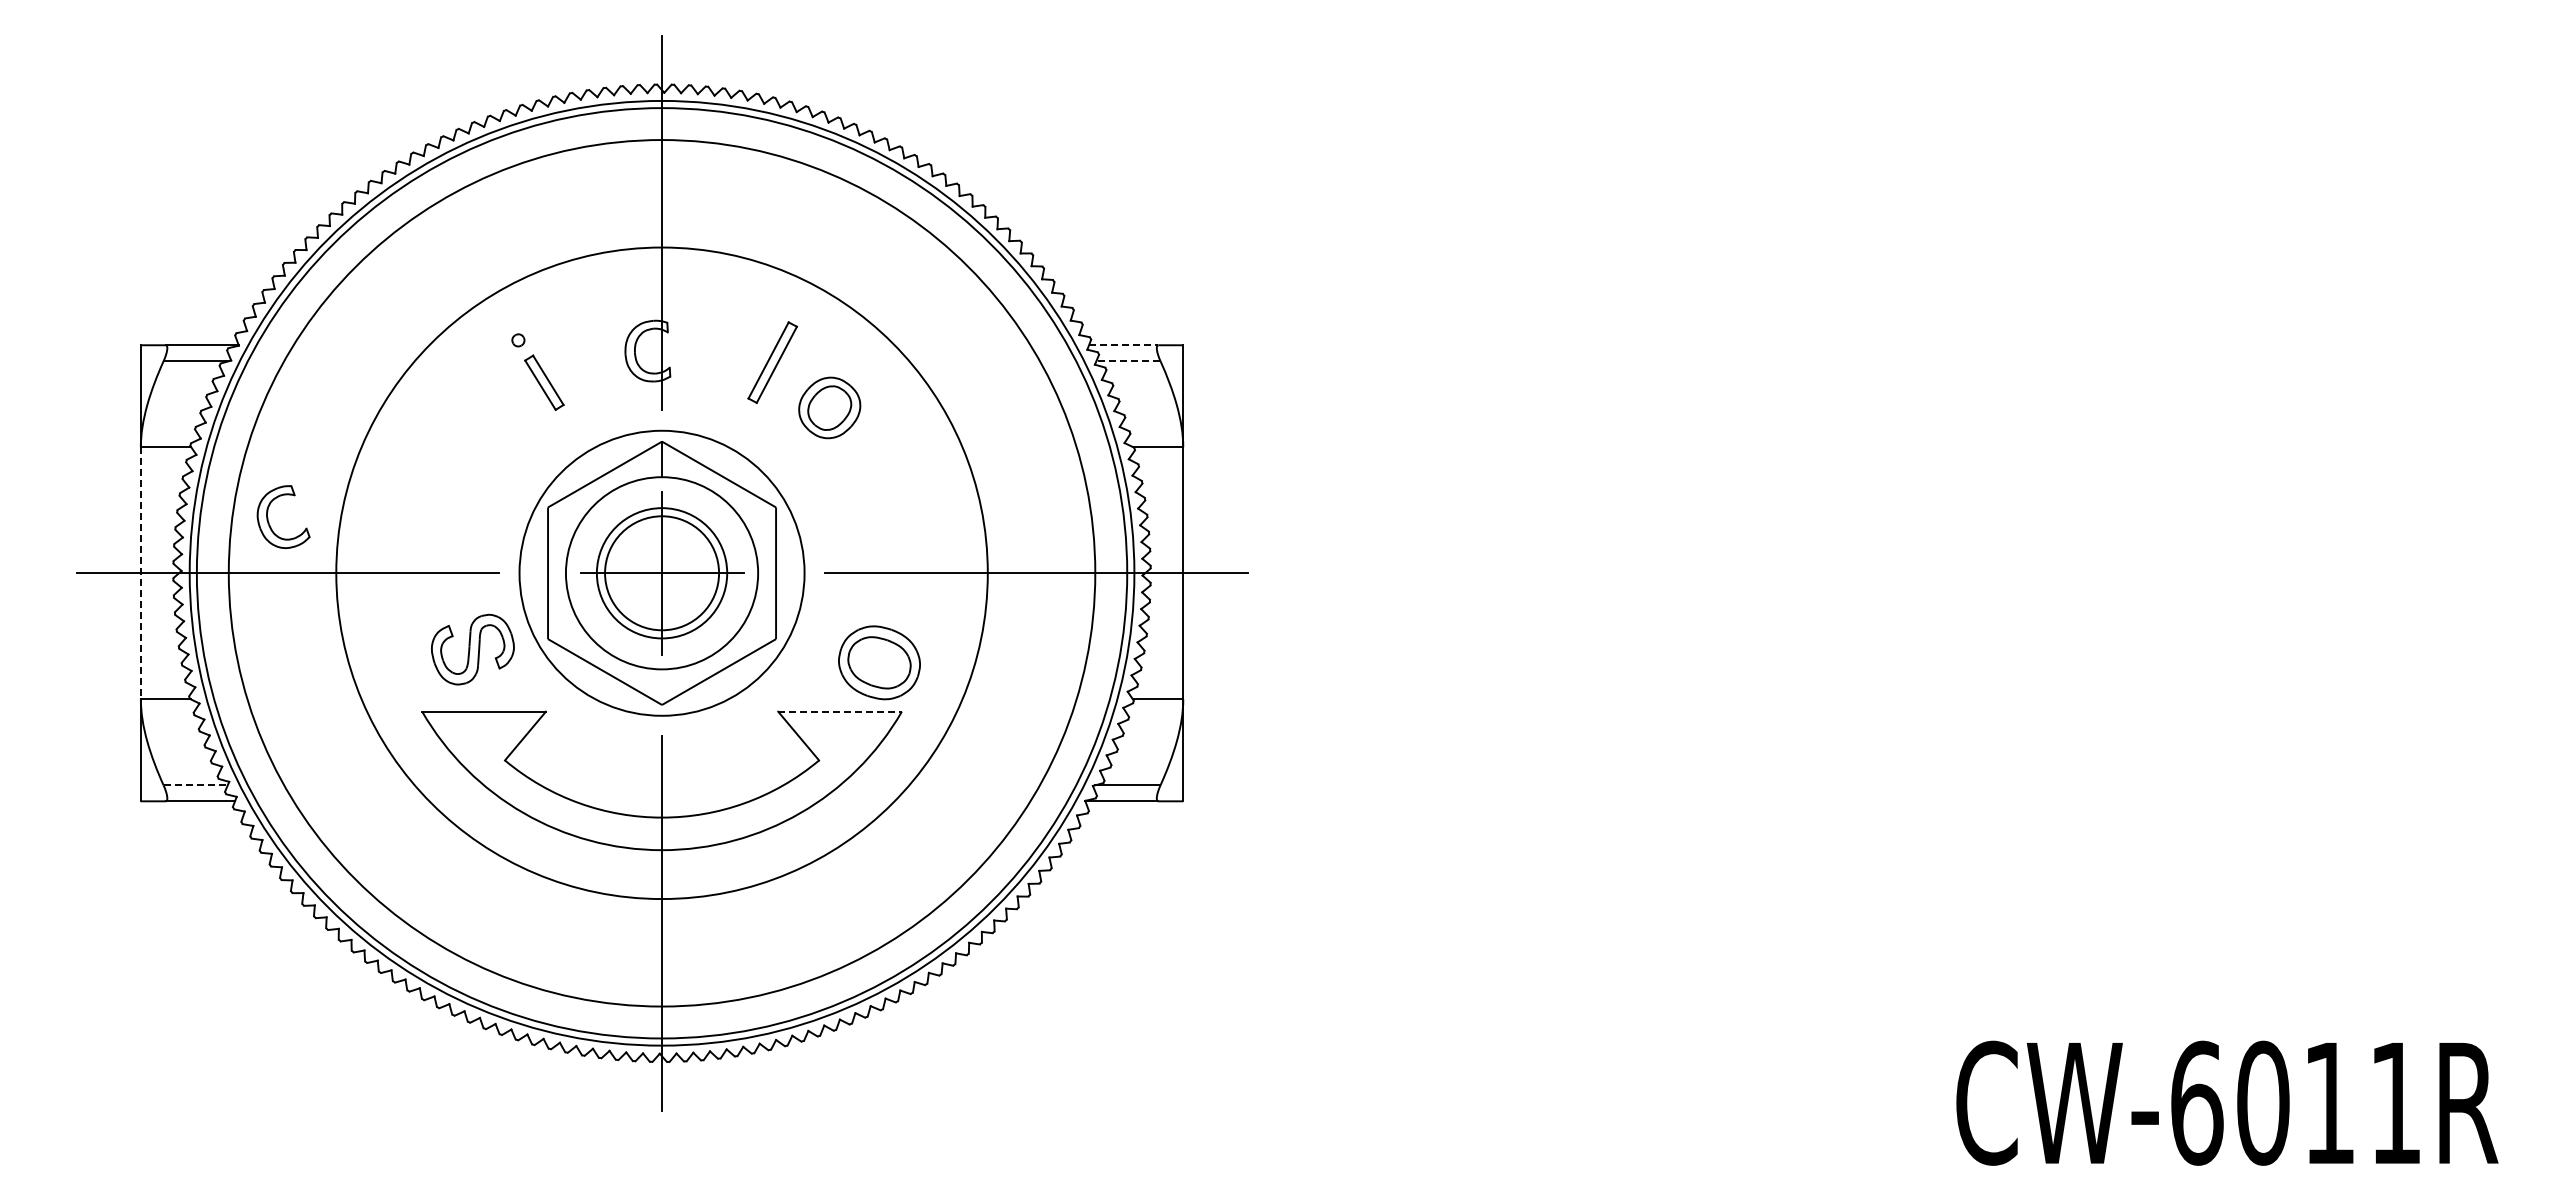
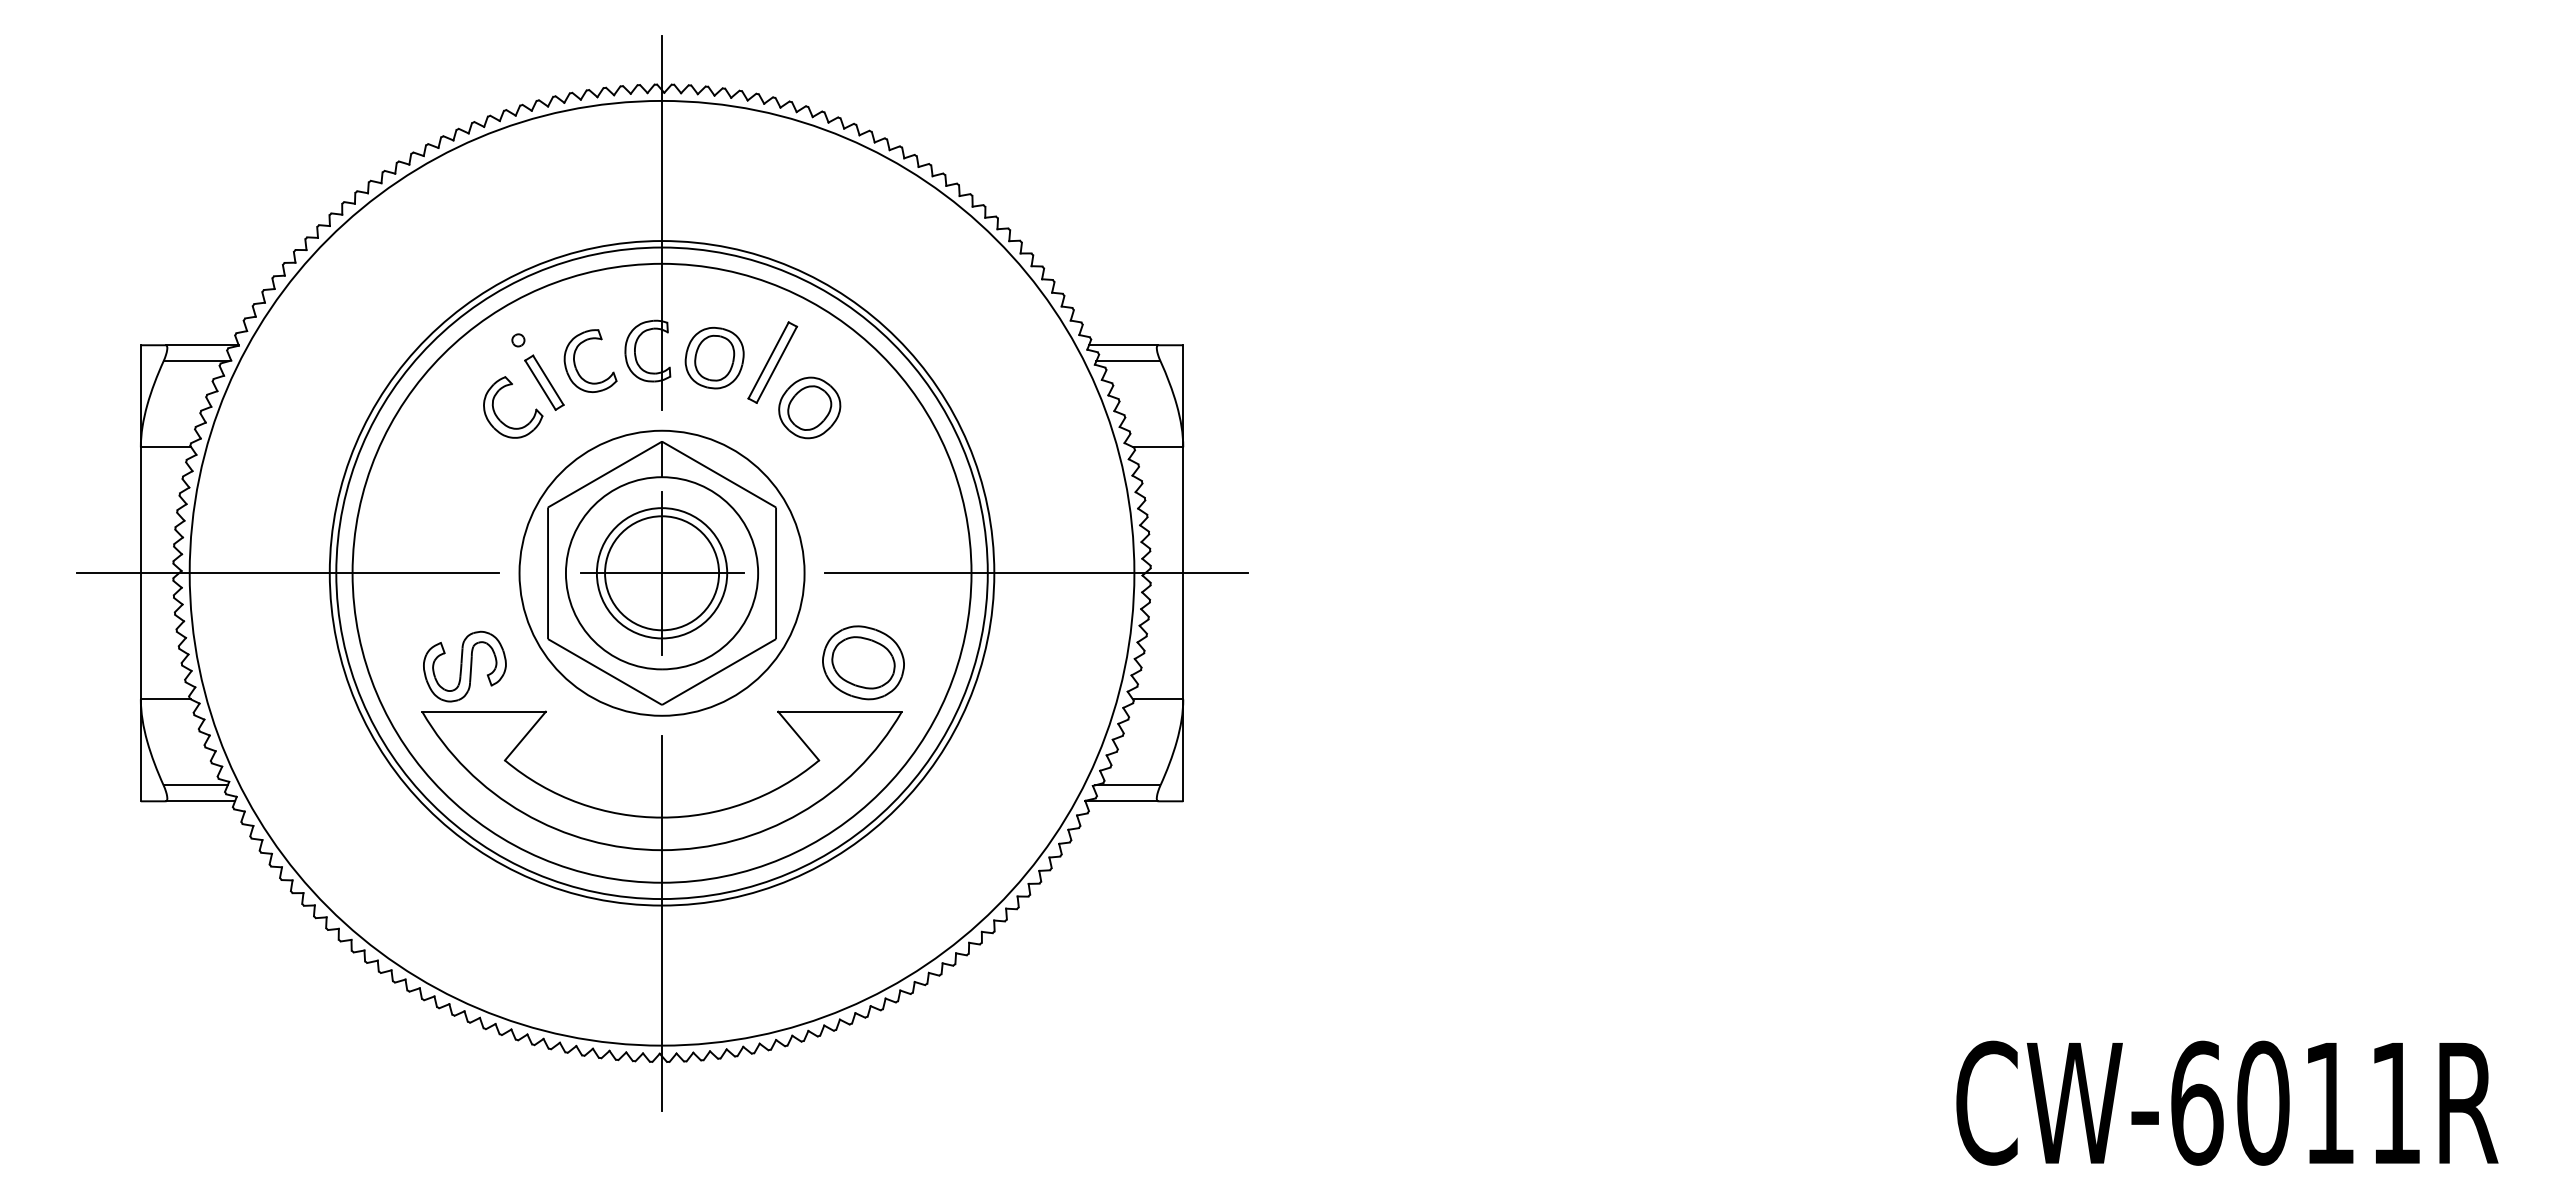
line at (1123, 345): dashed -> solid
part at (714, 357): none -> present
line at (1127, 361): dashed -> solid
part at (829, 407) position: (829, 407) -> (809, 407)
part at (500, 419): none -> present
part at (268, 517) position: (268, 517) -> (575, 361)
line at (140, 573): dashed -> solid
circle at (661, 573) diameter: 867 px -> 619 px
circle at (661, 573) diameter: 930 px -> 665 px
part at (472, 649) position: (472, 649) -> (464, 666)
part at (879, 662) position: (879, 662) -> (863, 662)
line at (840, 711): dashed -> solid
line at (196, 785): dashed -> solid
